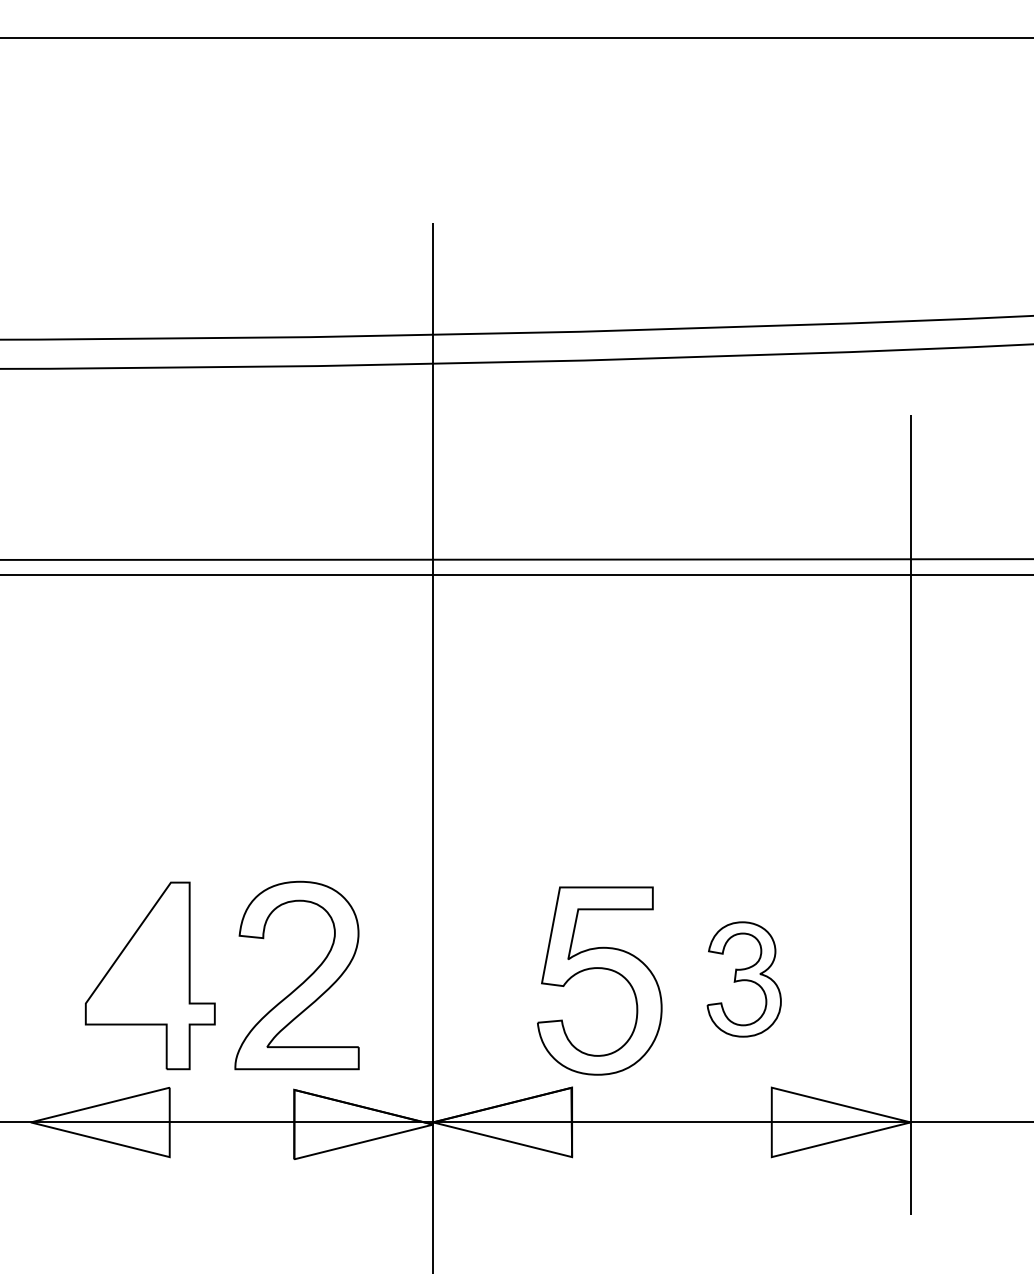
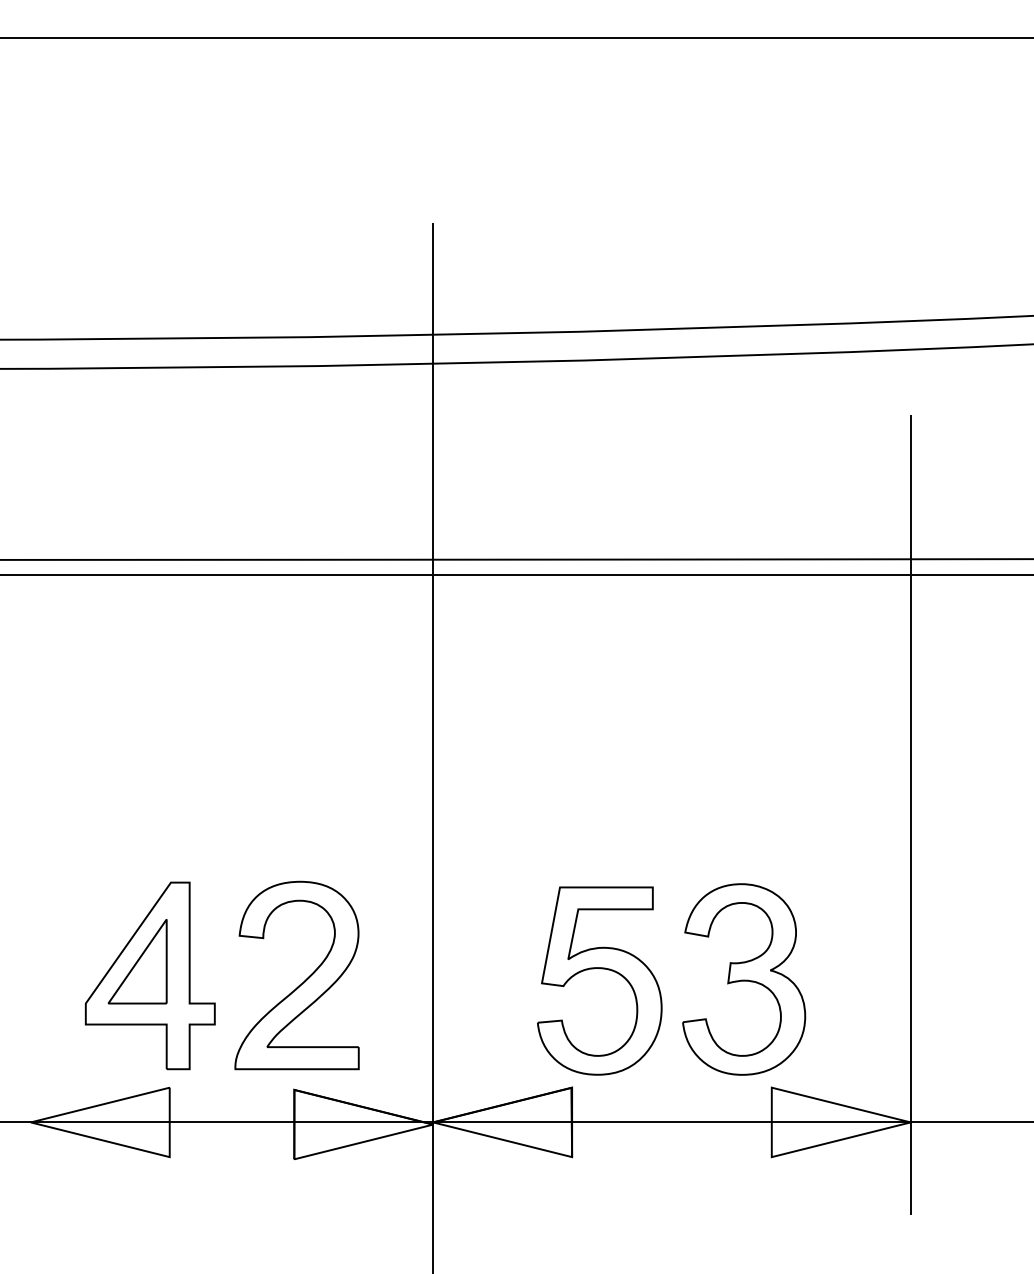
part at (137, 961): none -> present
part at (743, 979) size: 76x117 px -> 125x193 px
